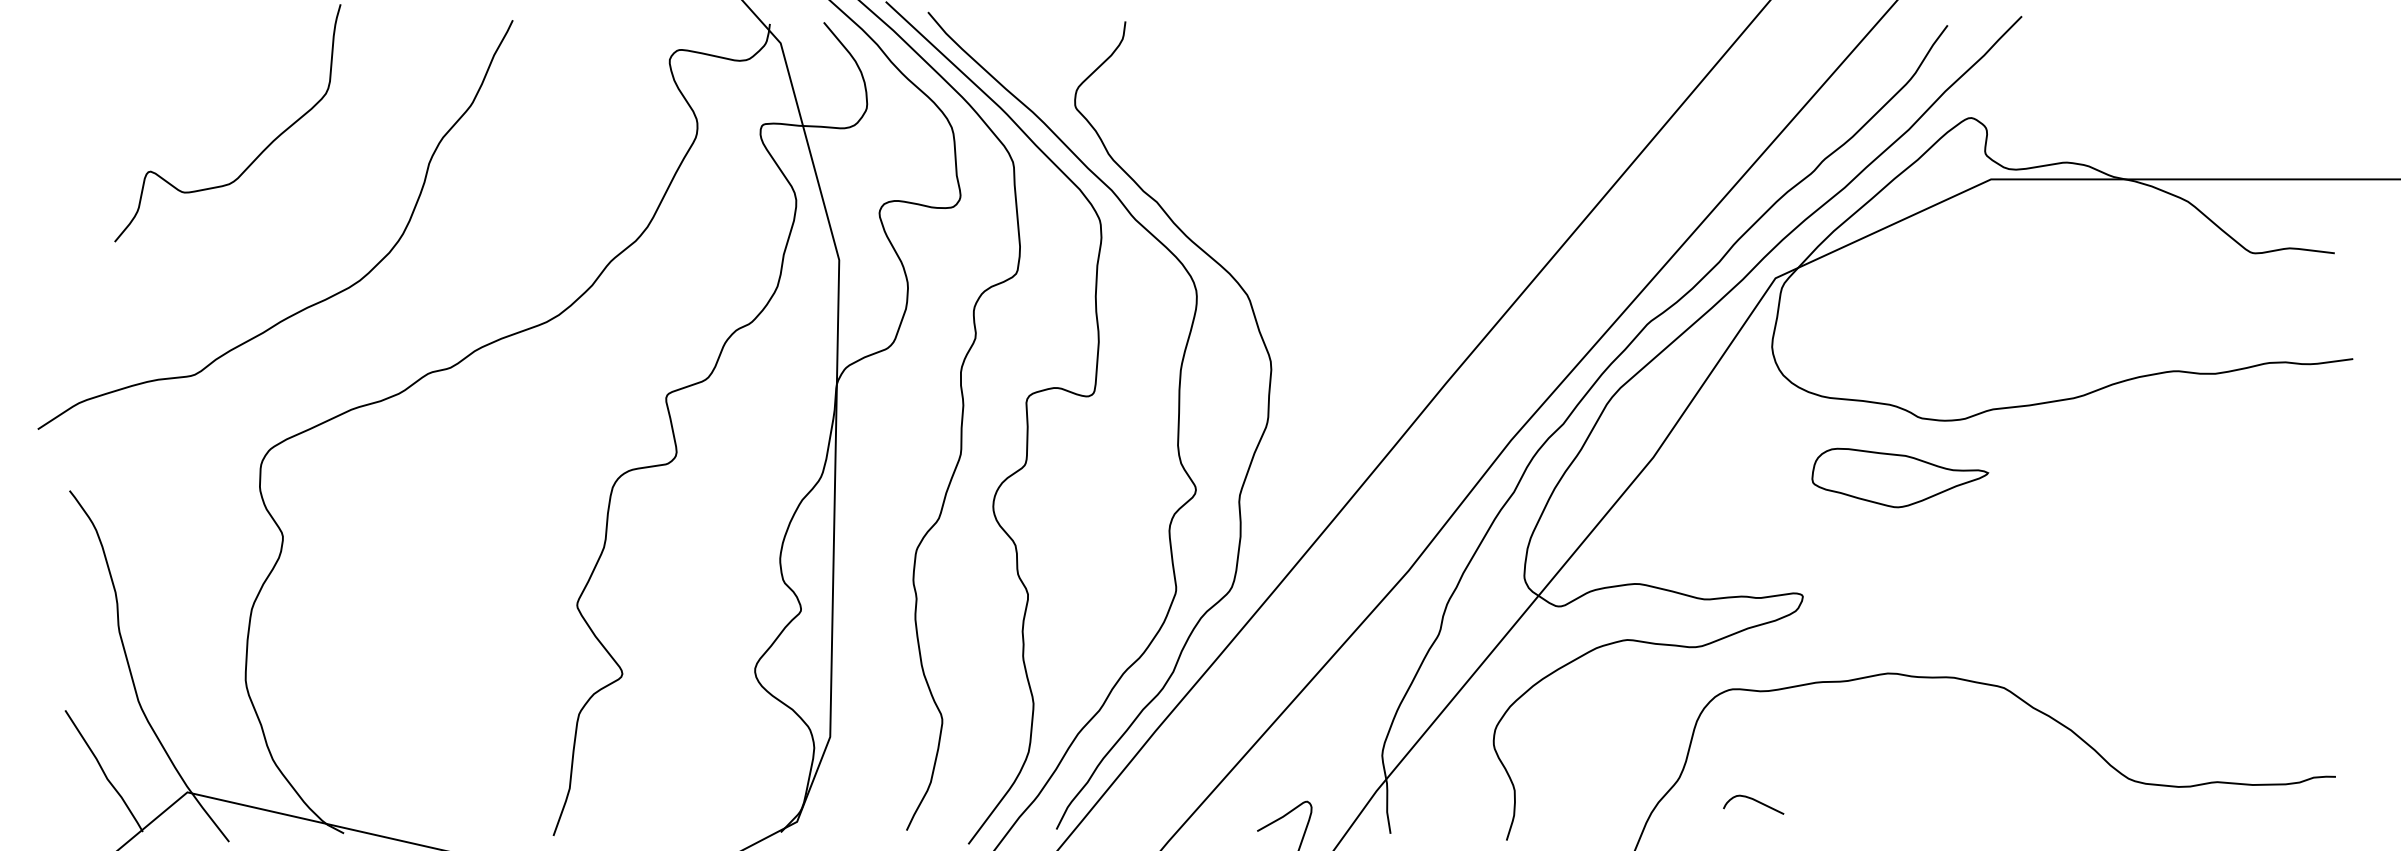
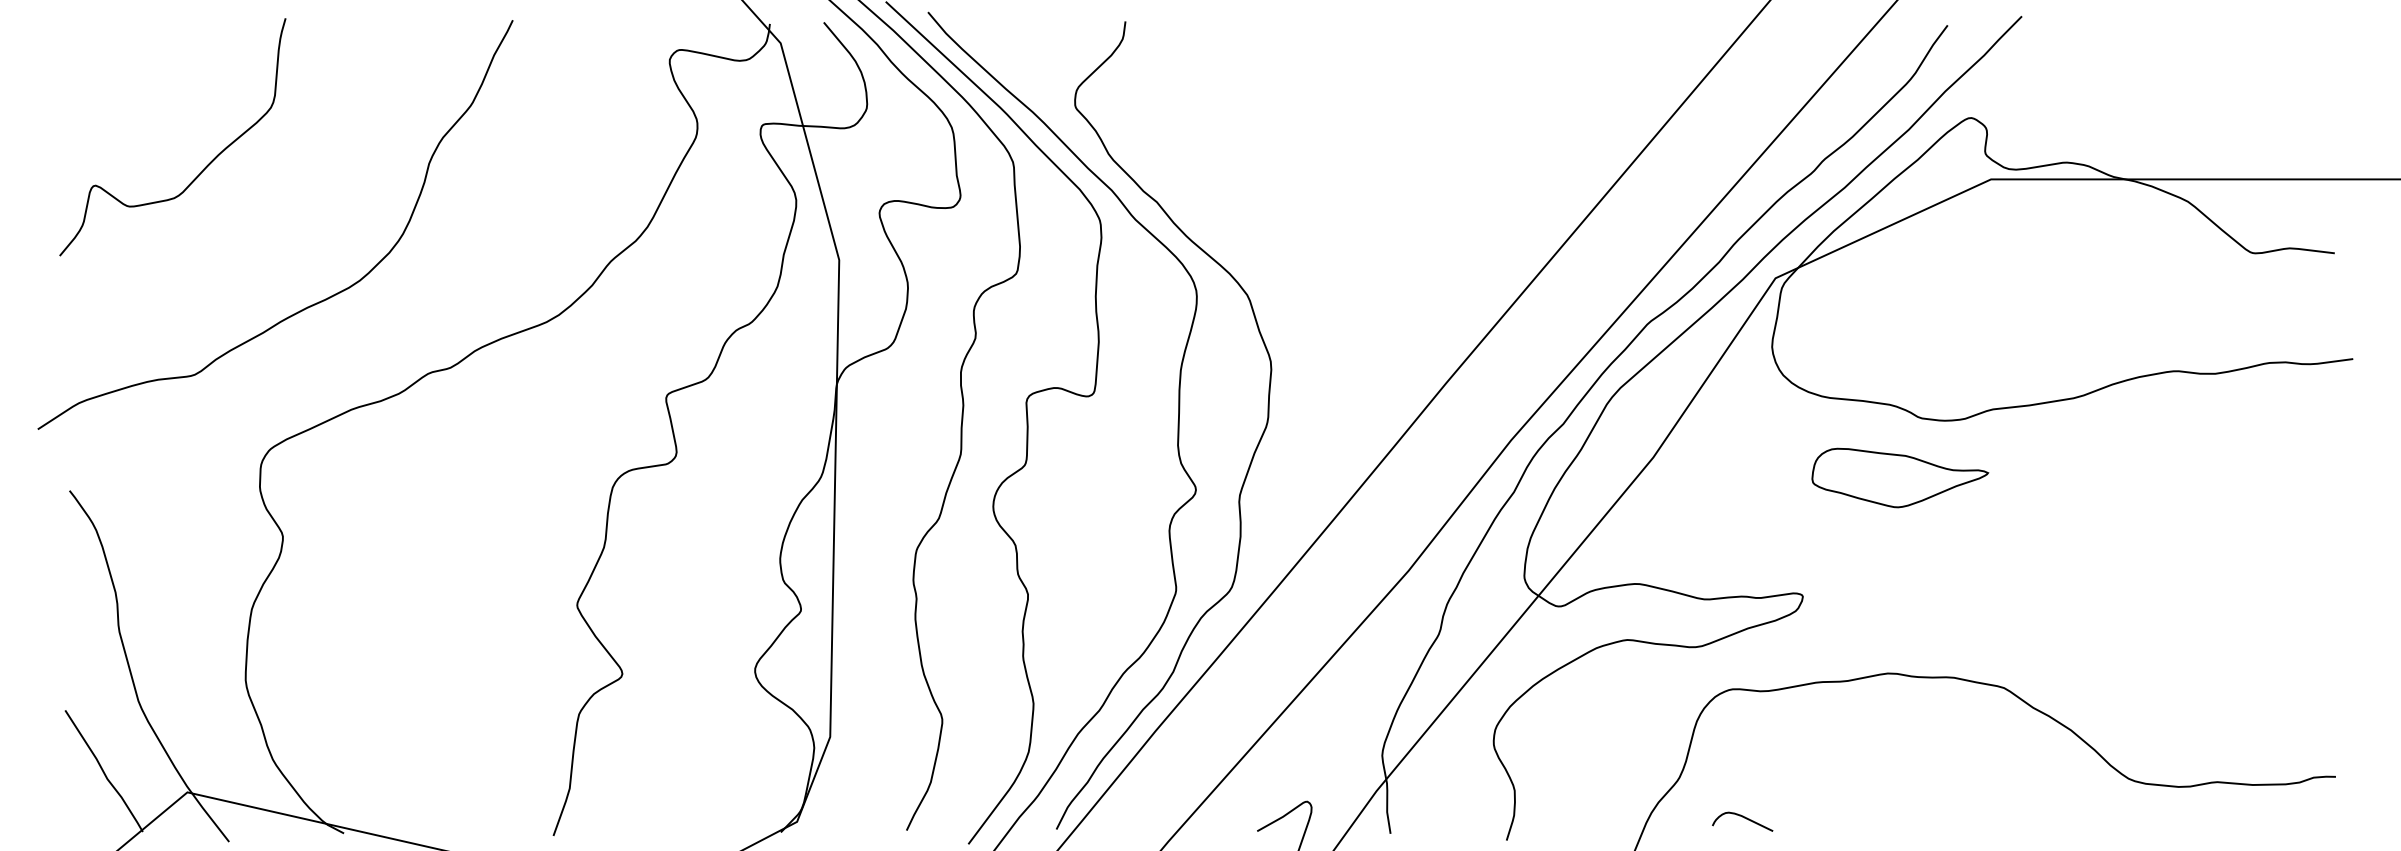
curve at (258, 154) position: (258, 154) -> (203, 168)
curve at (1755, 801) position: (1755, 801) -> (1744, 818)
